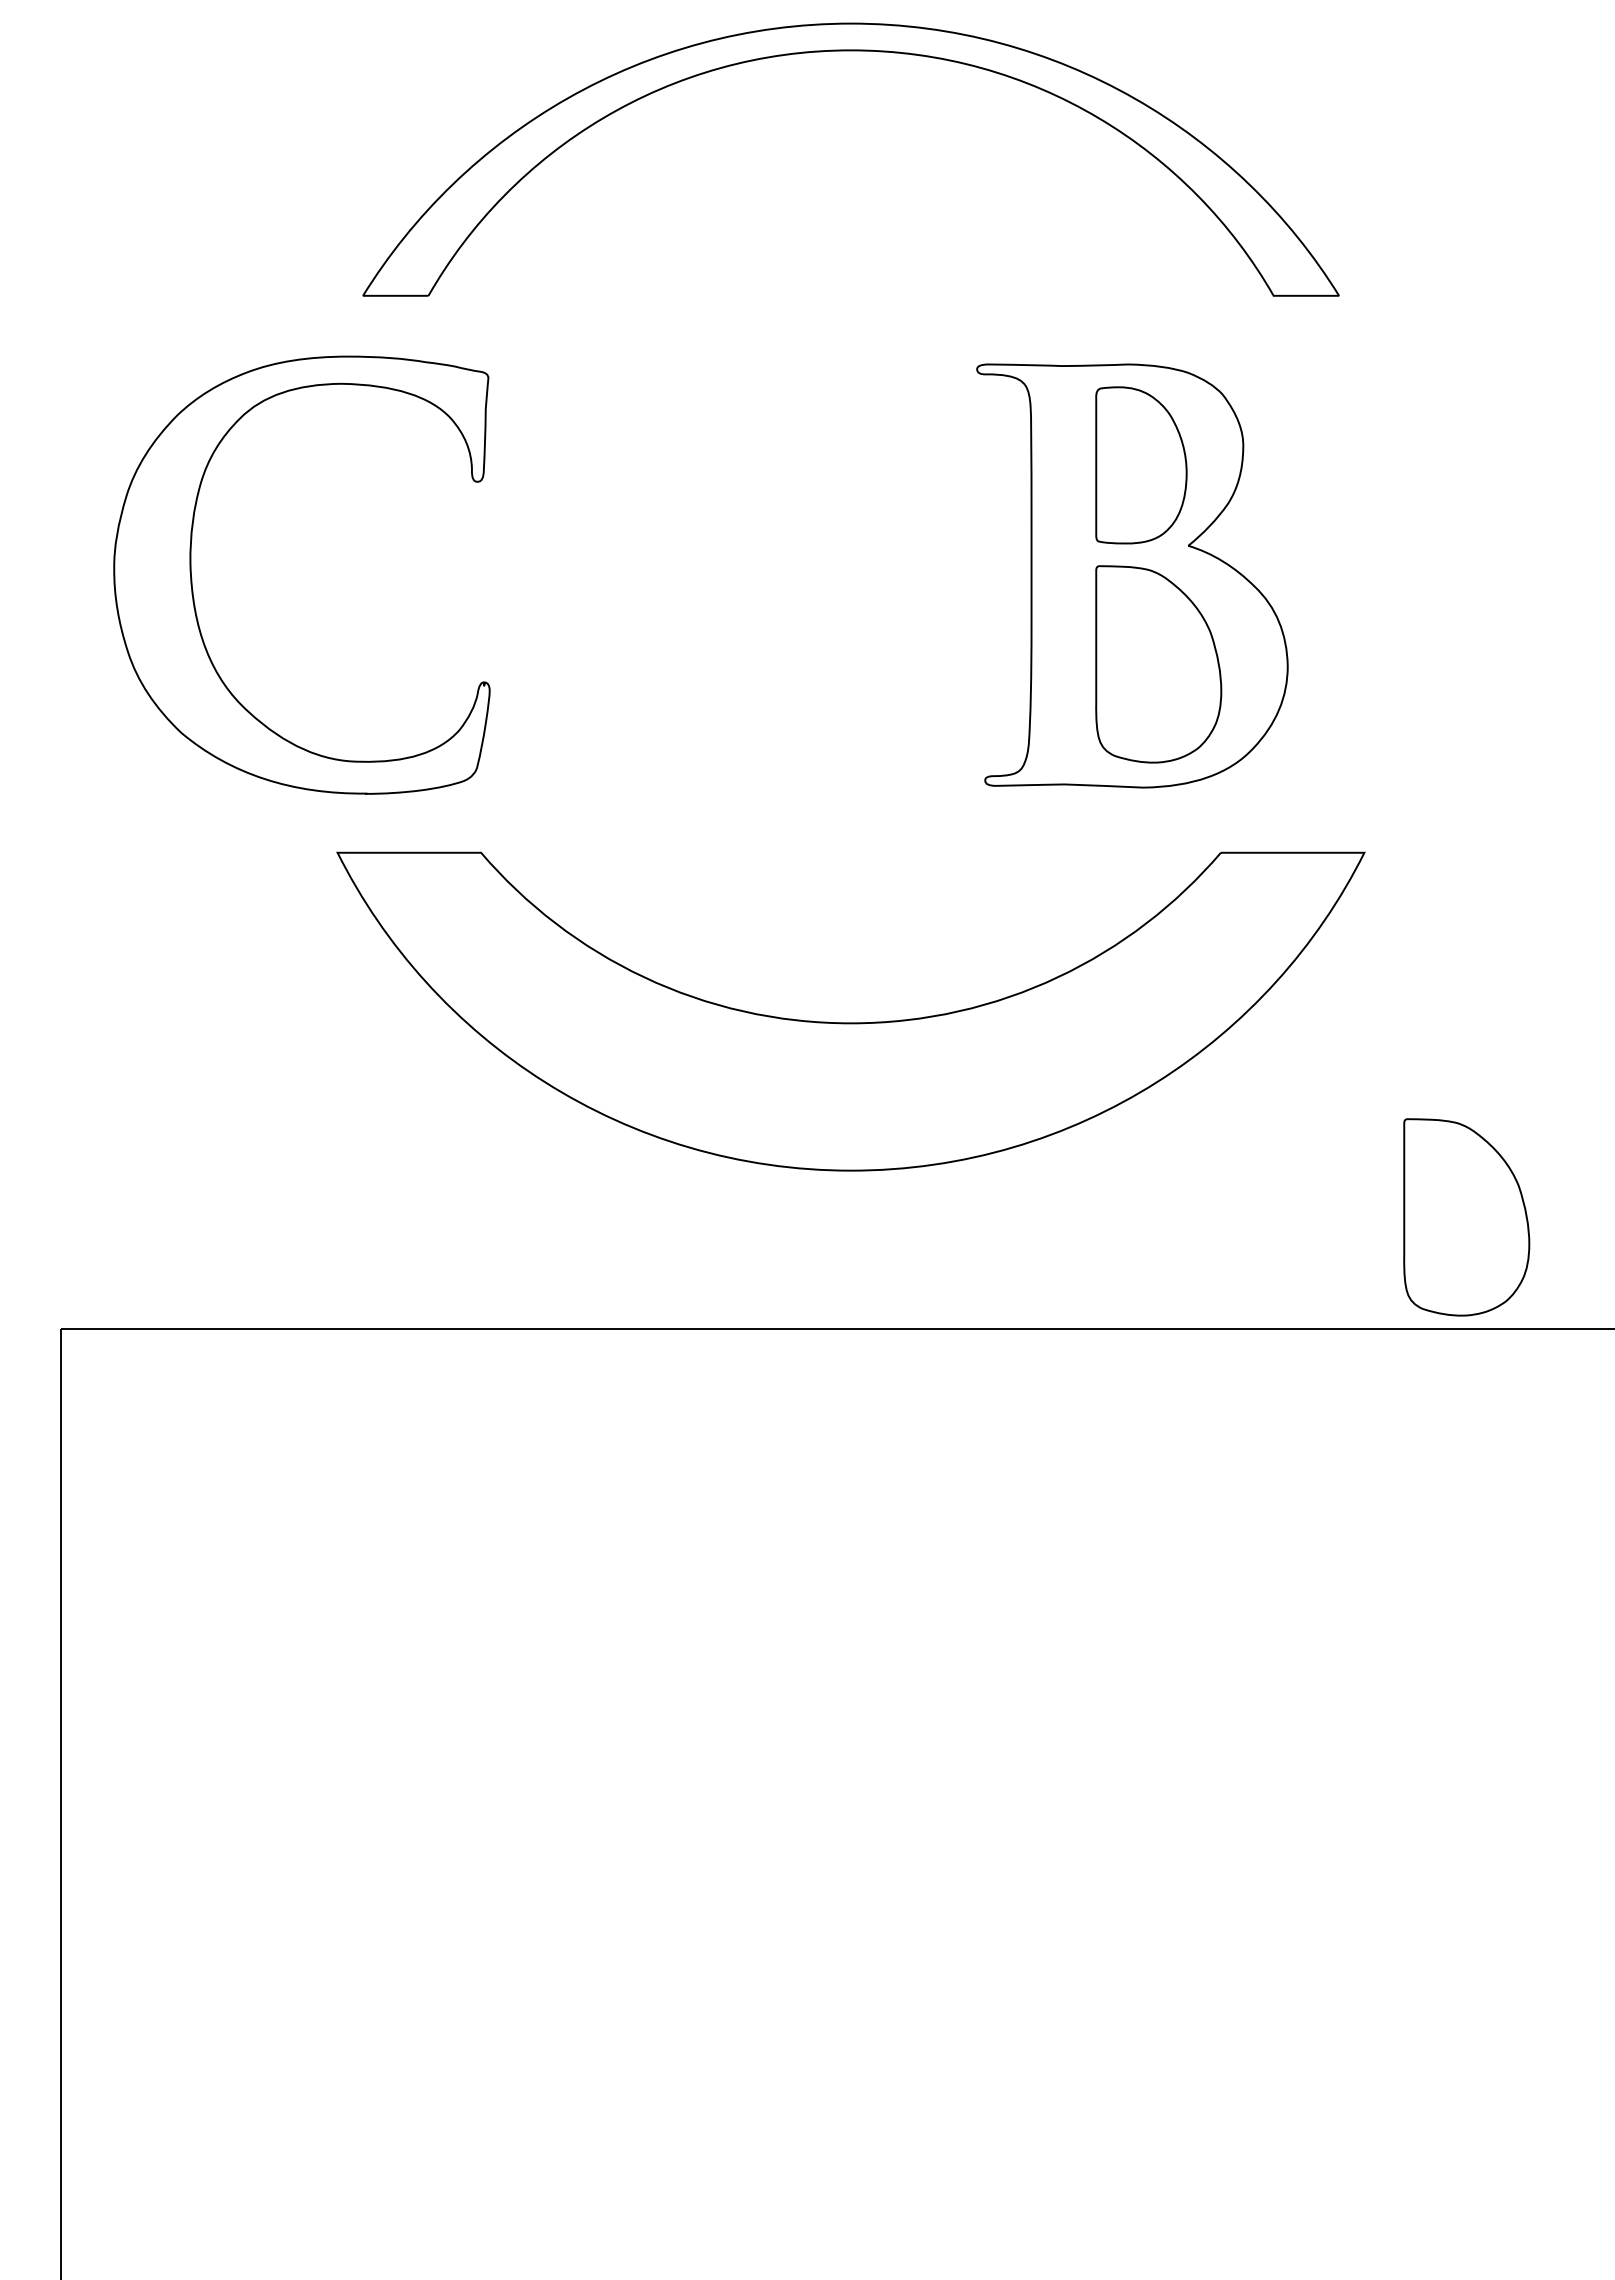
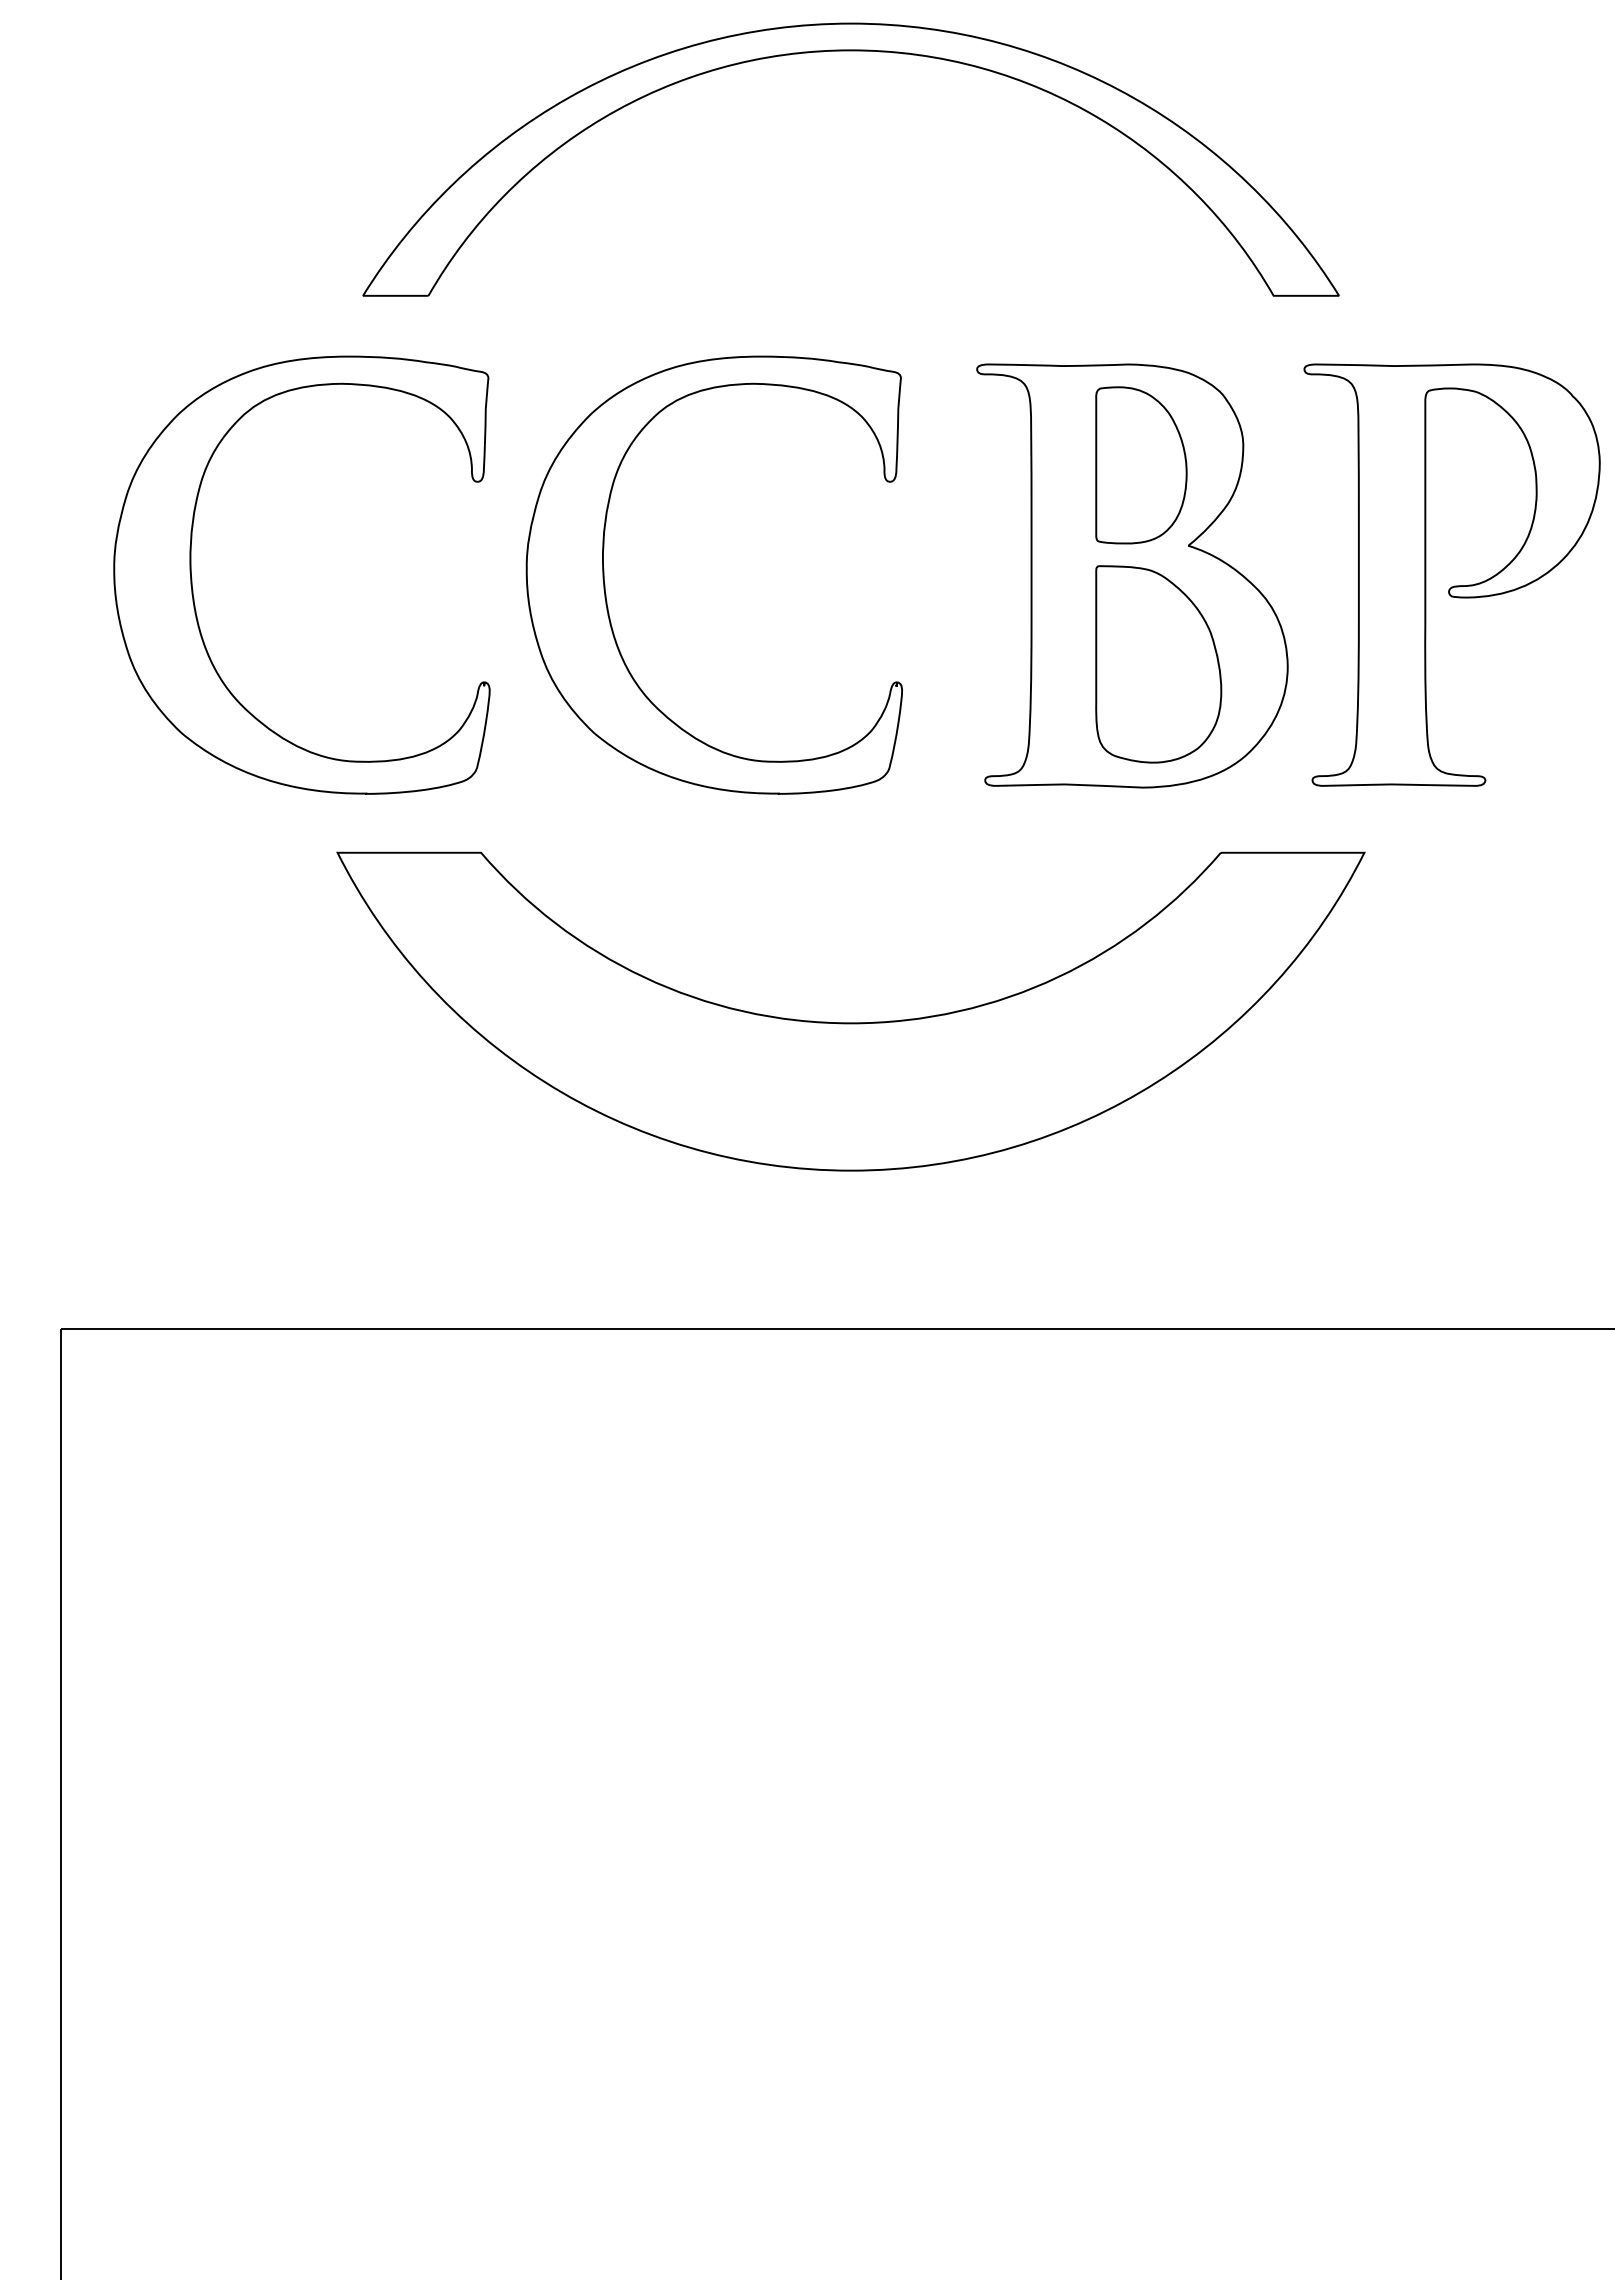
part at (605, 584): none -> present
part at (1454, 585): none -> present
part at (1466, 1217): present -> none
